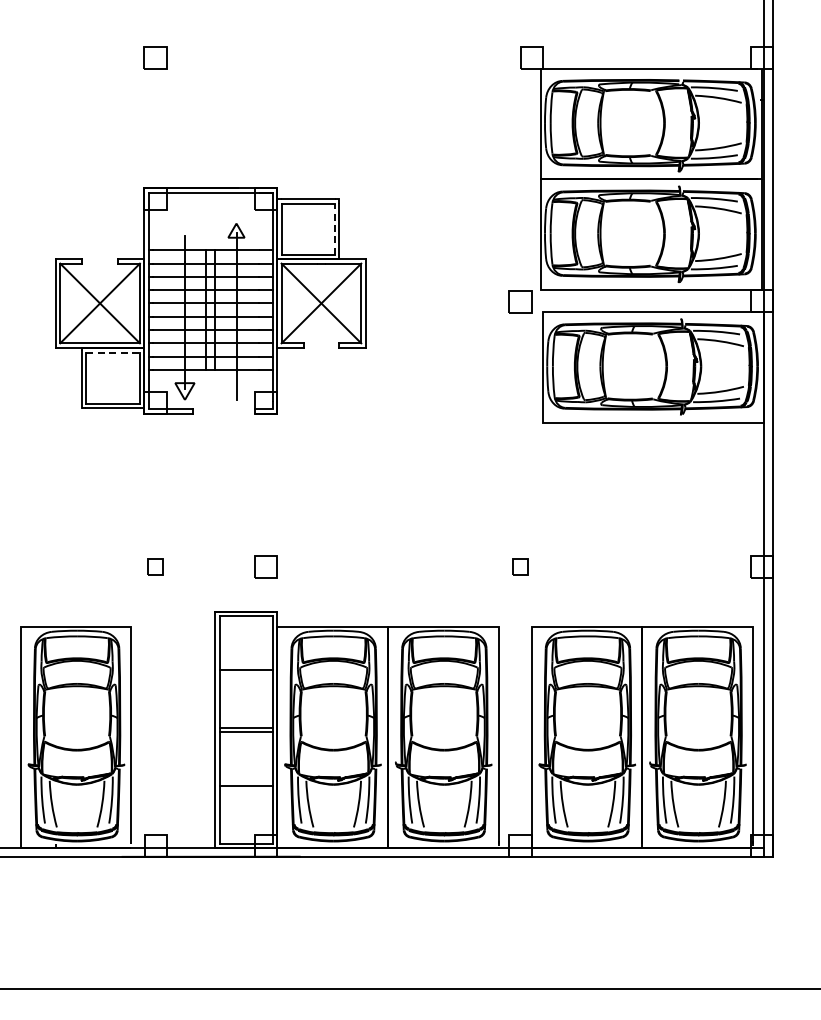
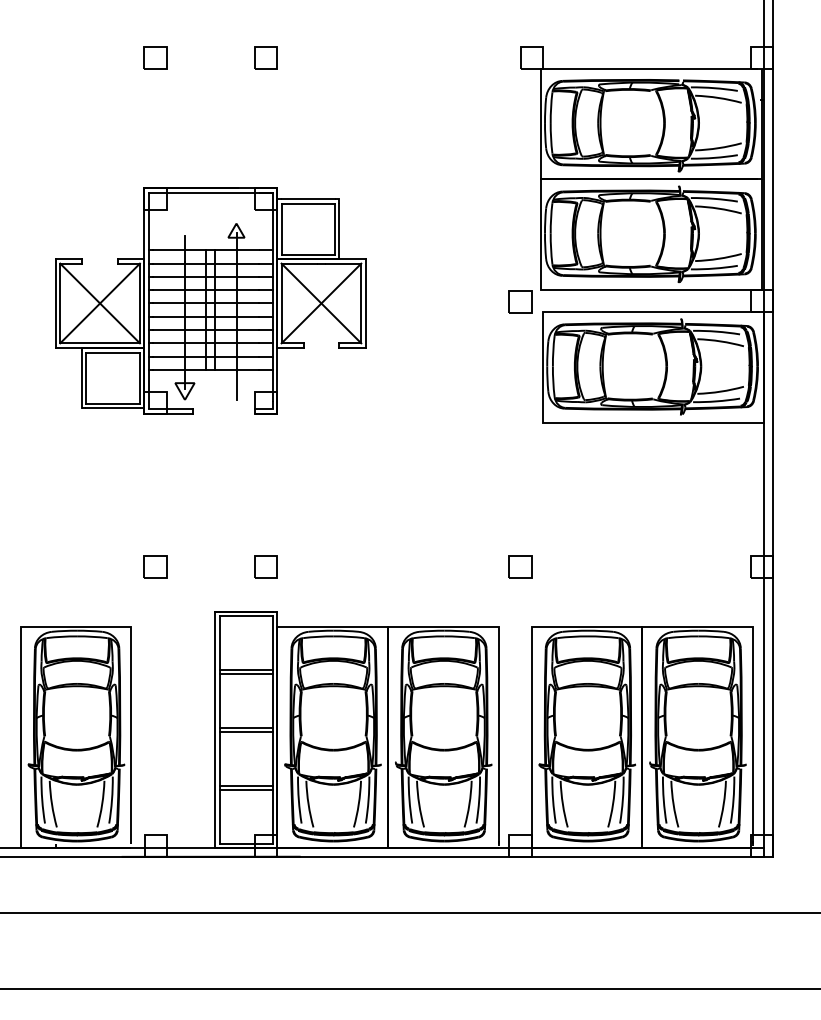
part at (265, 57): none -> present
line at (334, 228): dashed -> solid
line at (113, 352): dashed -> solid
part at (155, 566) size: 17x18 px -> 25x24 px
part at (520, 566) size: 17x18 px -> 25x24 px
line at (245, 673): none -> present
line at (245, 789): none -> present
line at (409, 912): none -> present
